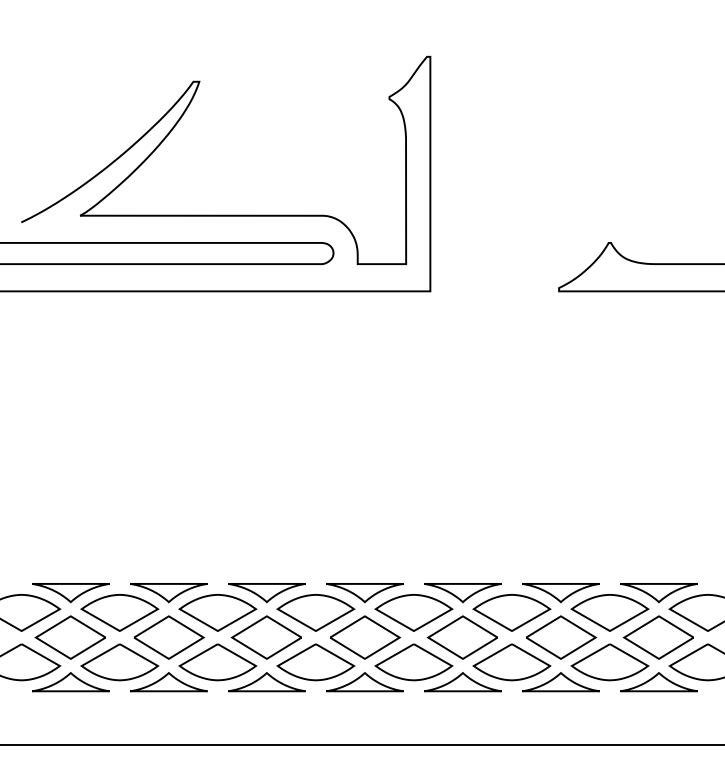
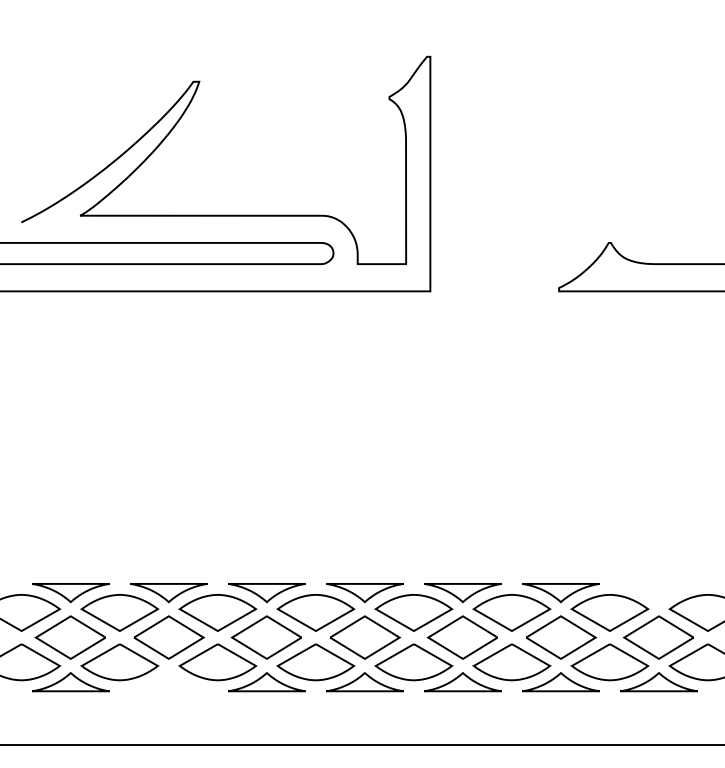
part at (658, 593): present -> none
part at (168, 682): present -> none
